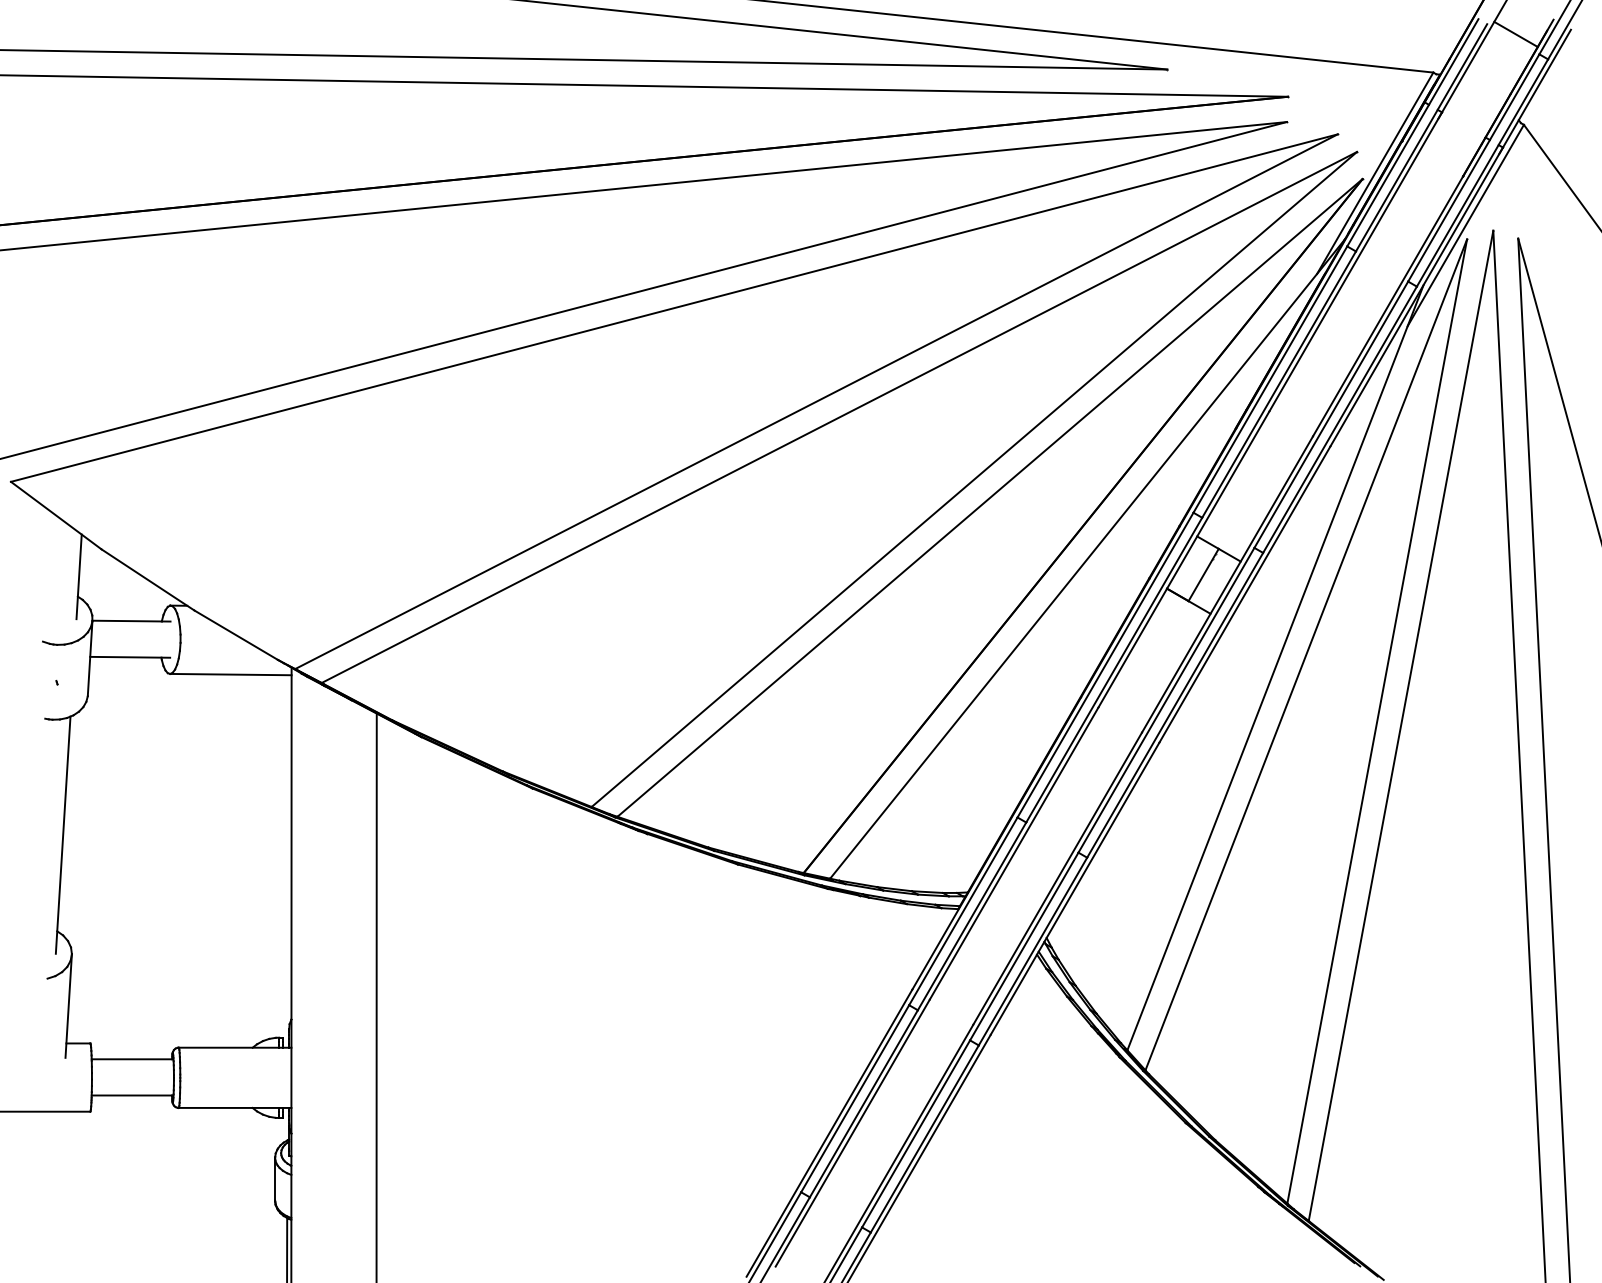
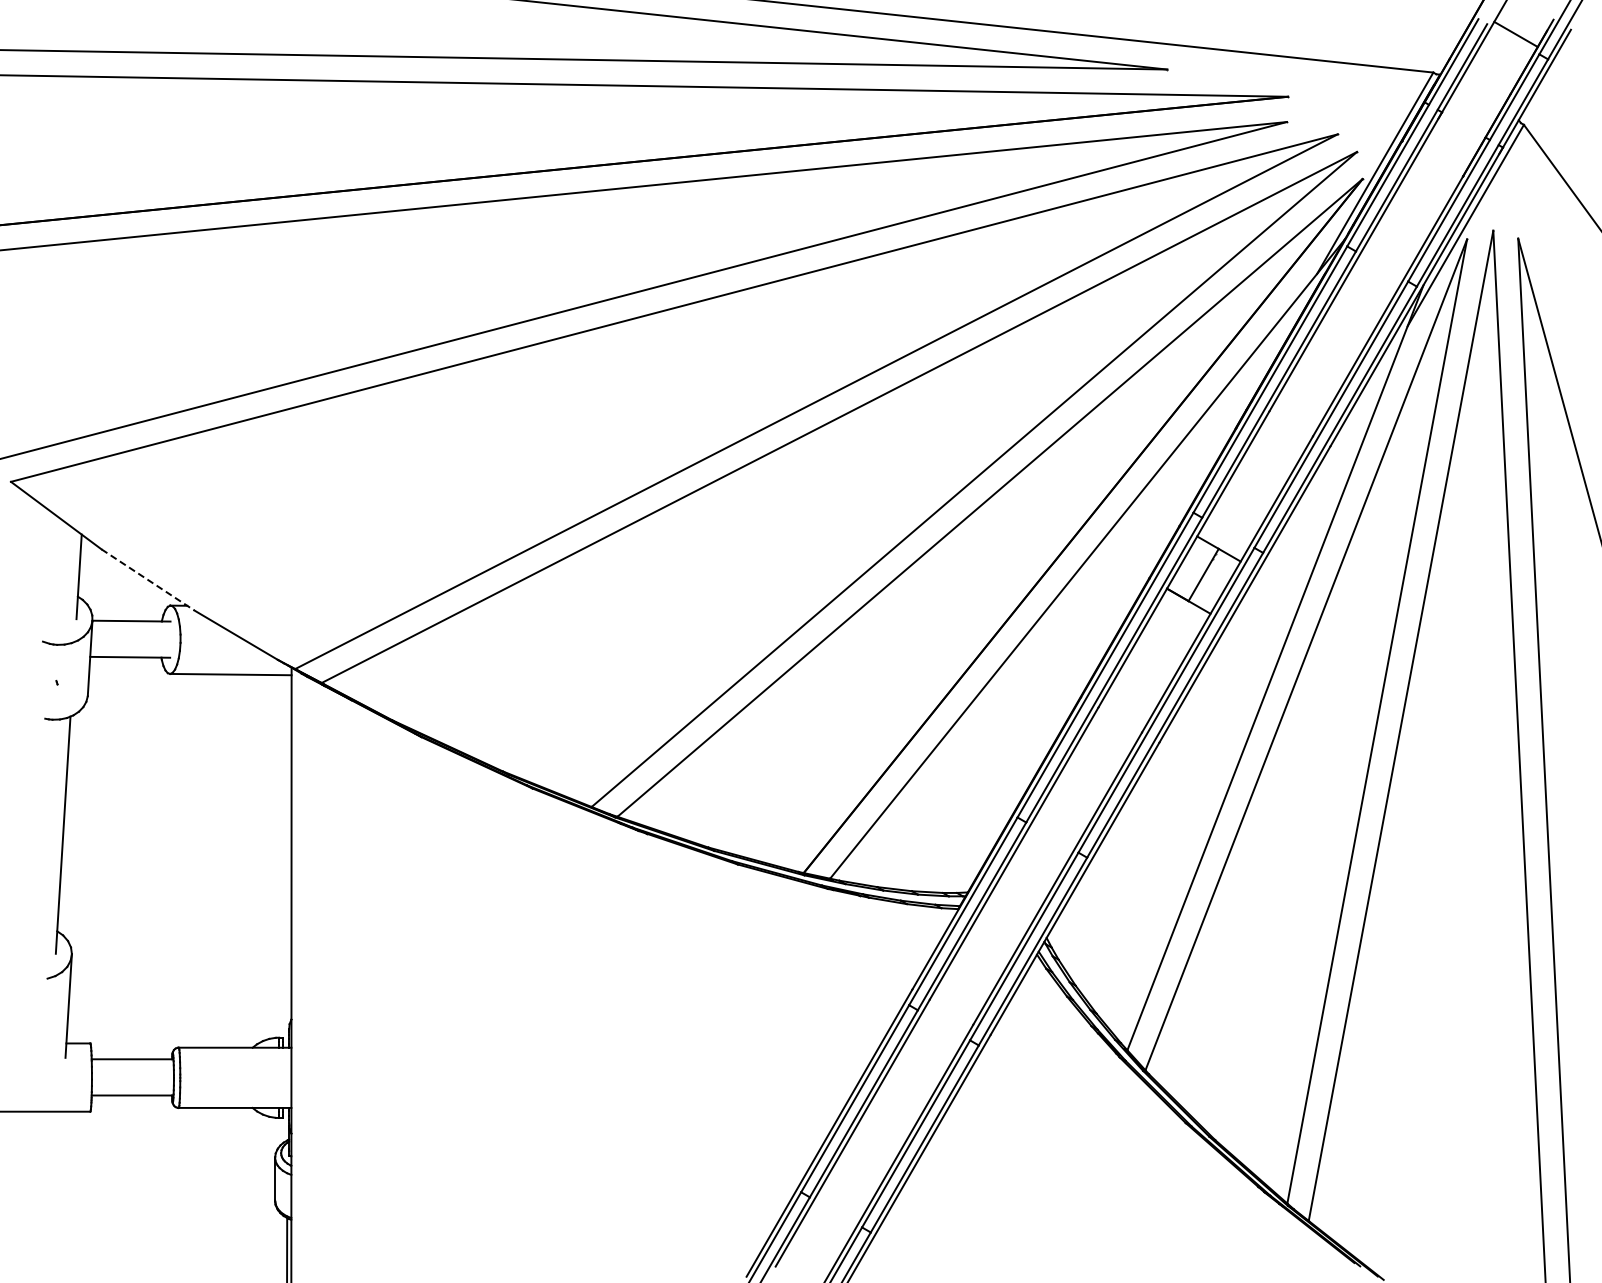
line at (147, 579): solid -> dashed
line at (376, 996): present -> none
